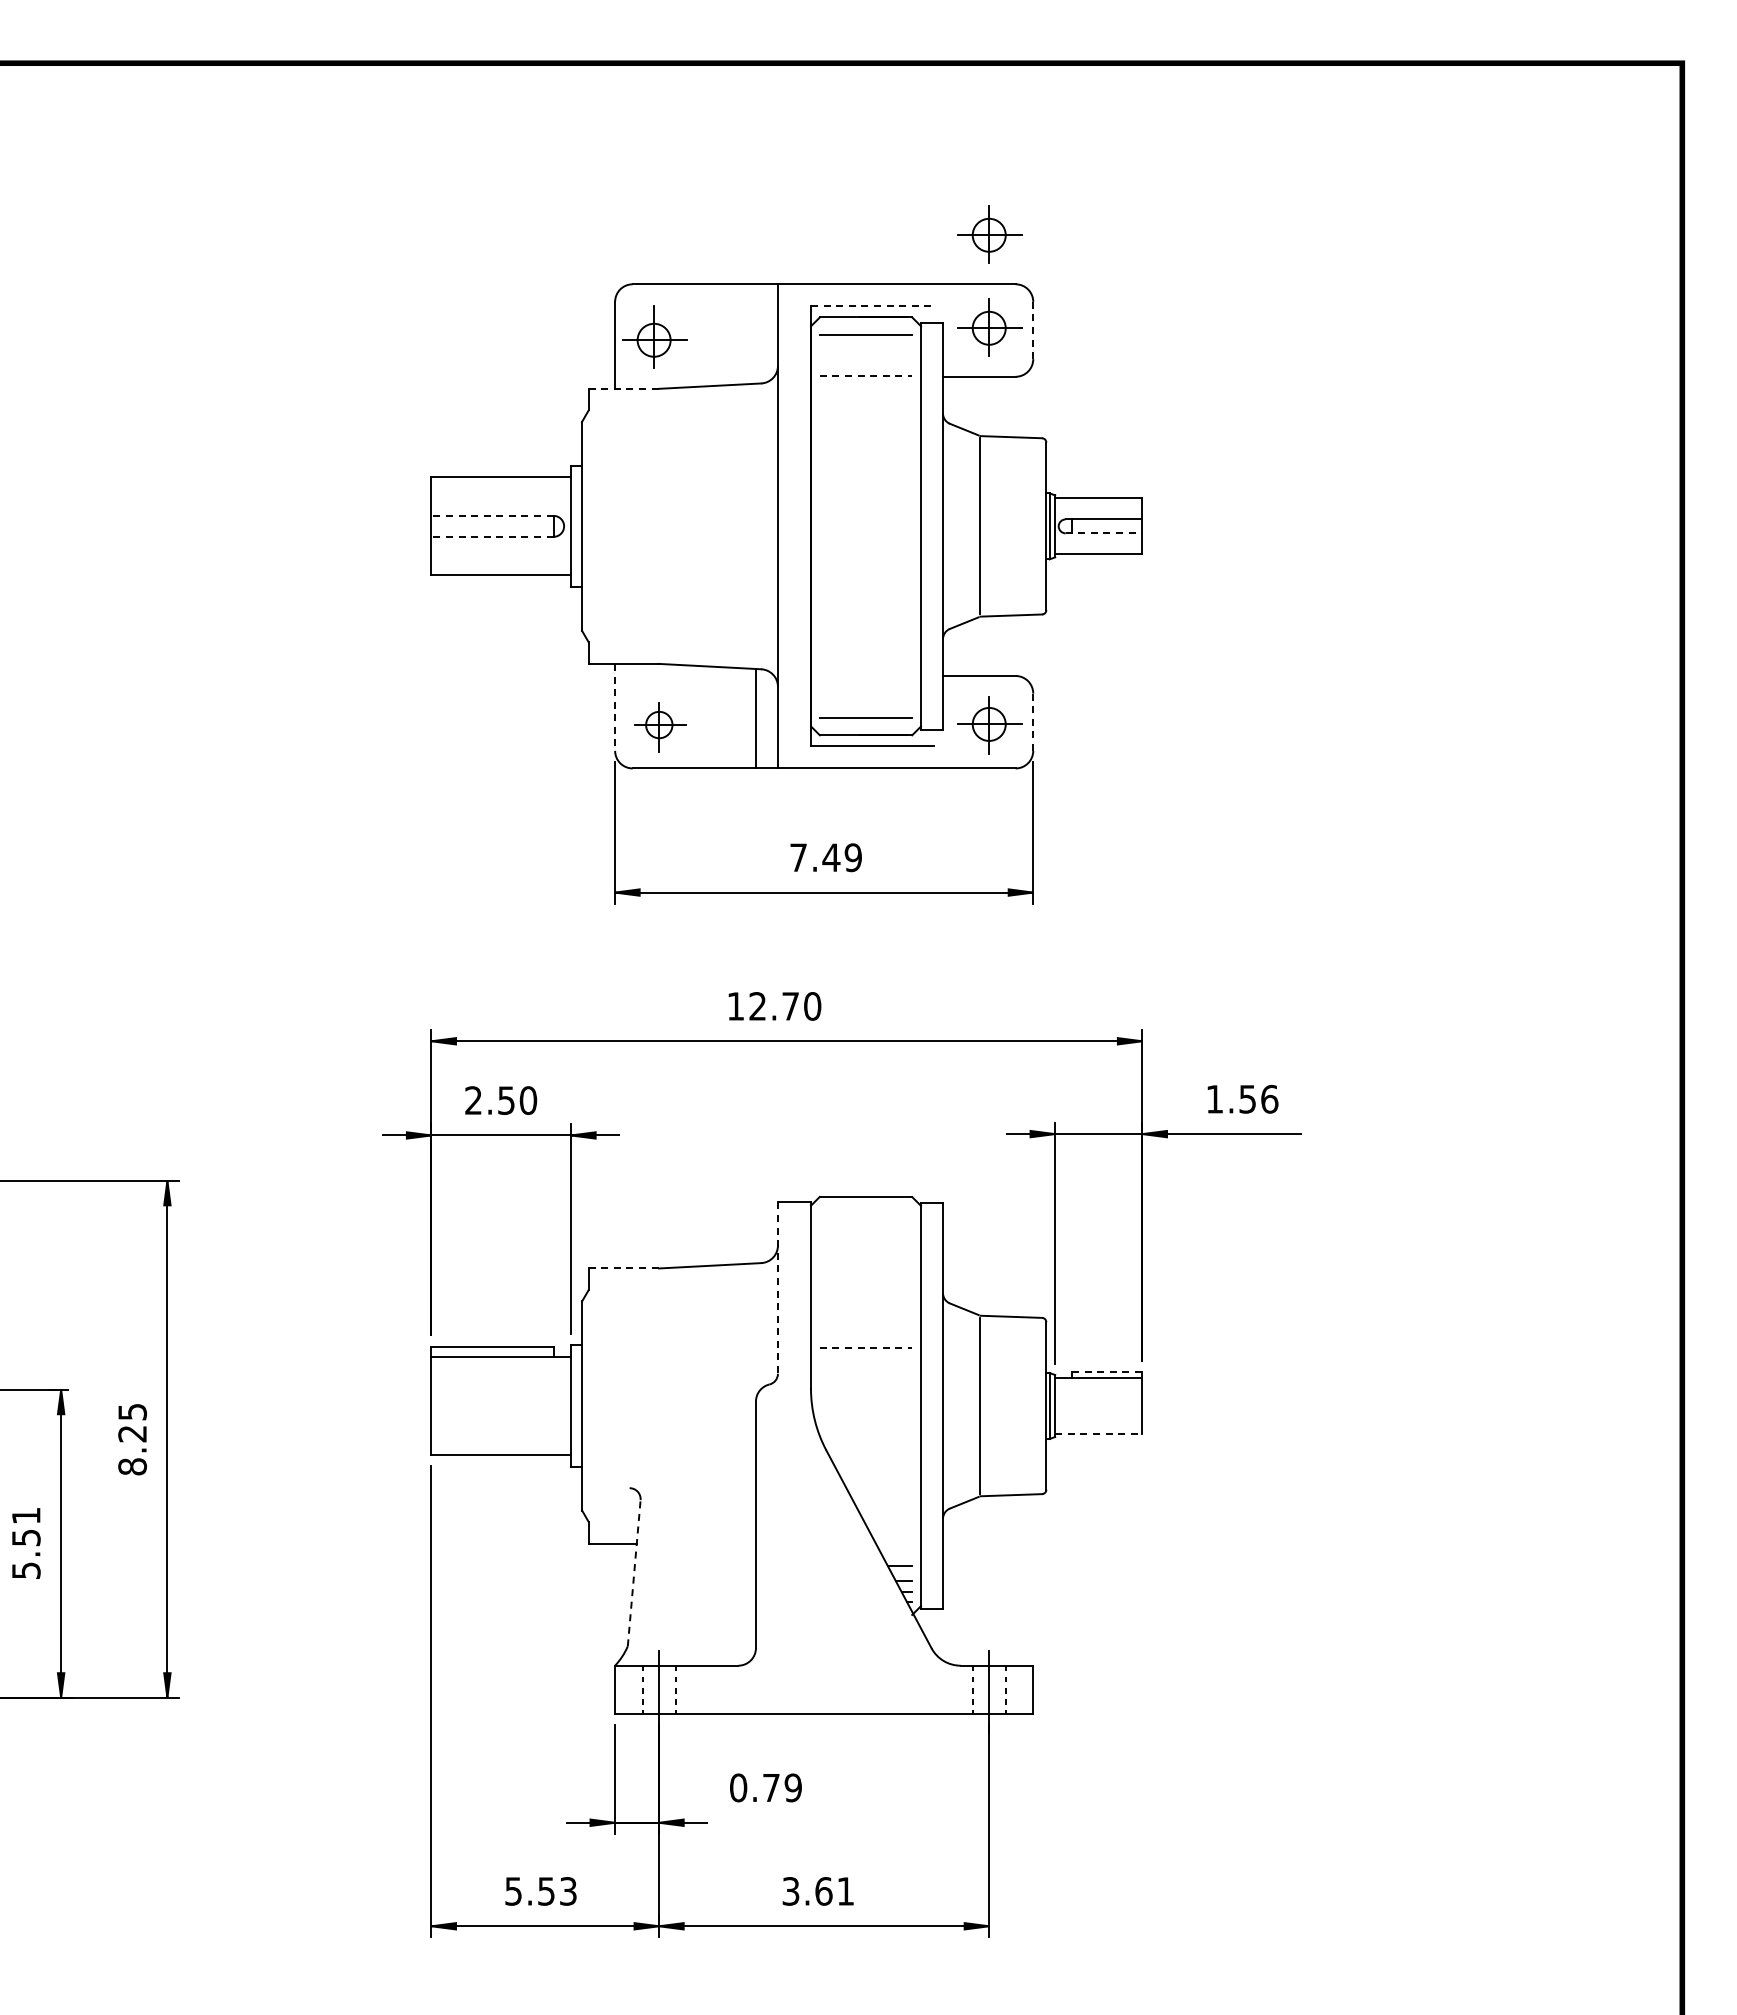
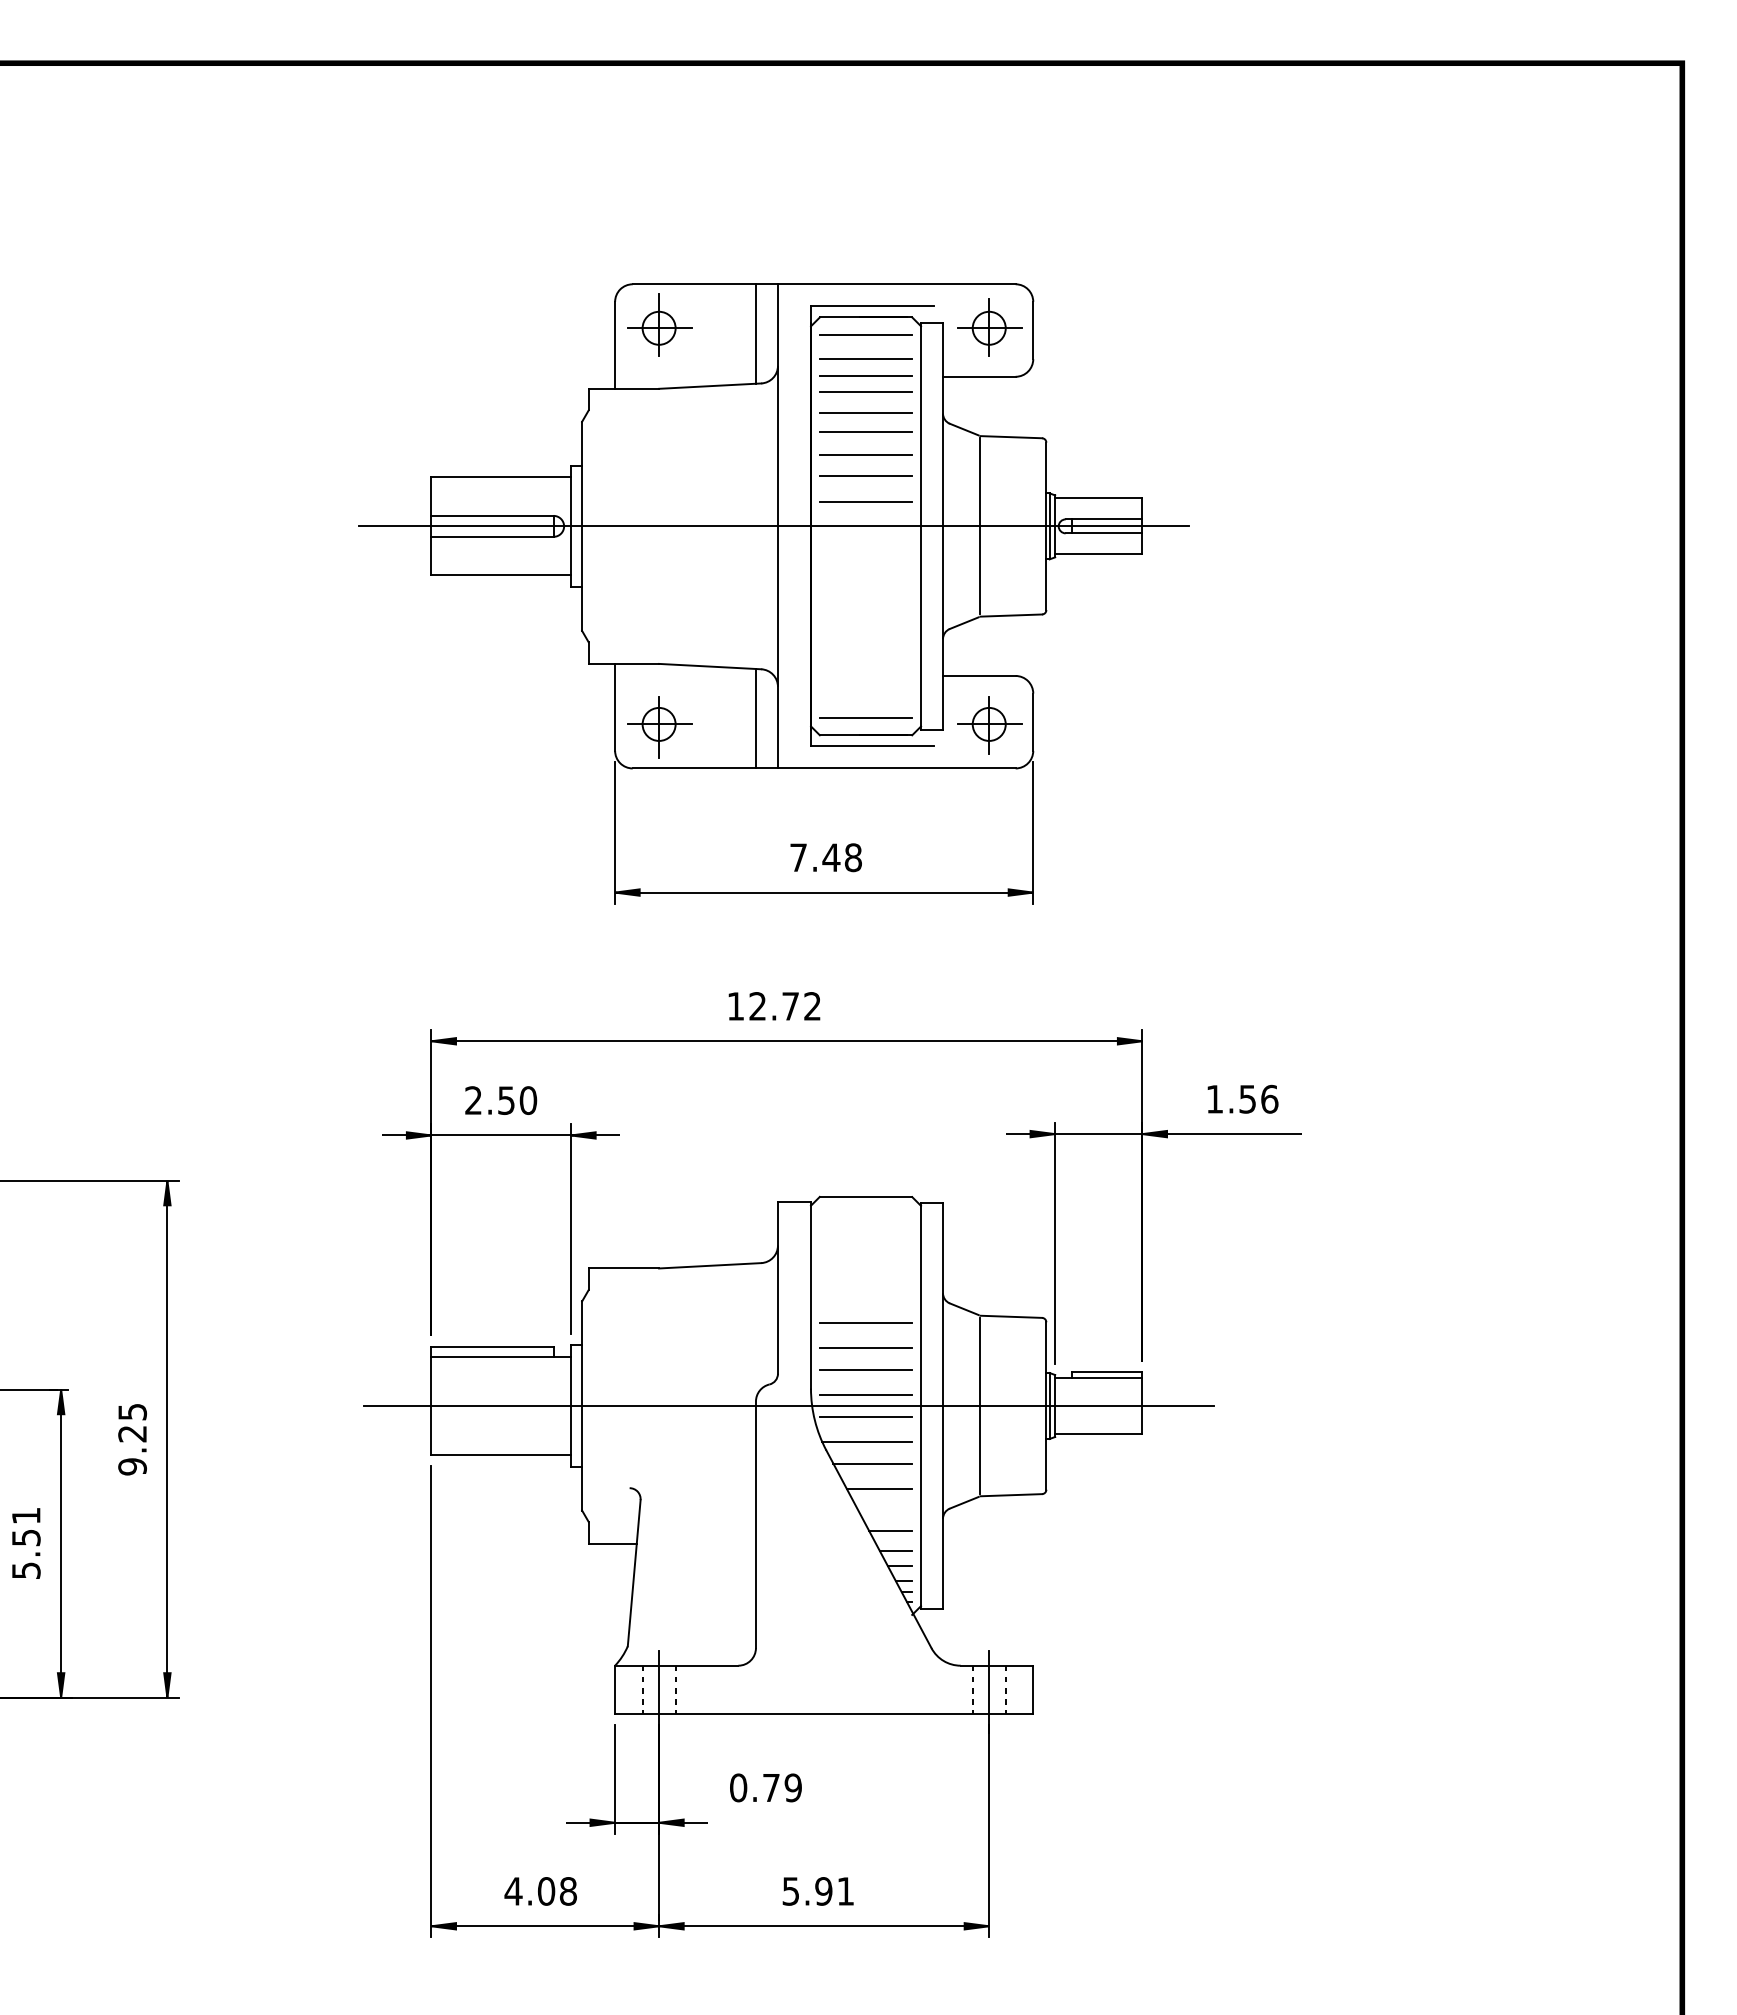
part at (989, 234): present -> none
line at (872, 306): dashed -> solid
line at (1033, 330): dashed -> solid
line at (755, 333): none -> present
part at (654, 336) position: (654, 336) -> (659, 324)
line at (865, 358): none -> present
line at (866, 376): dashed -> solid
line at (624, 388): dashed -> solid
line at (865, 392): none -> present
line at (865, 412): none -> present
line at (865, 431): none -> present
line at (865, 454): none -> present
line at (865, 475): none -> present
line at (865, 502): none -> present
line at (492, 515): dashed -> solid
line at (773, 526): none -> present
line at (1104, 533): dashed -> solid
line at (492, 536): dashed -> solid
line at (615, 707): dashed -> solid
line at (1033, 722): dashed -> solid
part at (660, 727) size: 53x51 px -> 66x63 px
text at (852, 857): 7.49 -> 7.48
text at (812, 1006): 12.70 -> 12.72
line at (624, 1268): dashed -> solid
line at (777, 1288): dashed -> solid
line at (865, 1322): none -> present
line at (866, 1348): dashed -> solid
line at (865, 1369): none -> present
line at (1107, 1371): dashed -> solid
line at (865, 1395): none -> present
line at (789, 1406): none -> present
line at (865, 1417): none -> present
line at (1098, 1433): dashed -> solid
line at (867, 1442): none -> present
line at (872, 1463): none -> present
text at (132, 1466): 8.25 -> 9.25
line at (879, 1488): none -> present
line at (890, 1530): none -> present
line at (895, 1551): none -> present
line at (634, 1572): dashed -> solid
text at (540, 1891): 5.53 -> 4.08
text at (807, 1891): 3.61 -> 5.91
